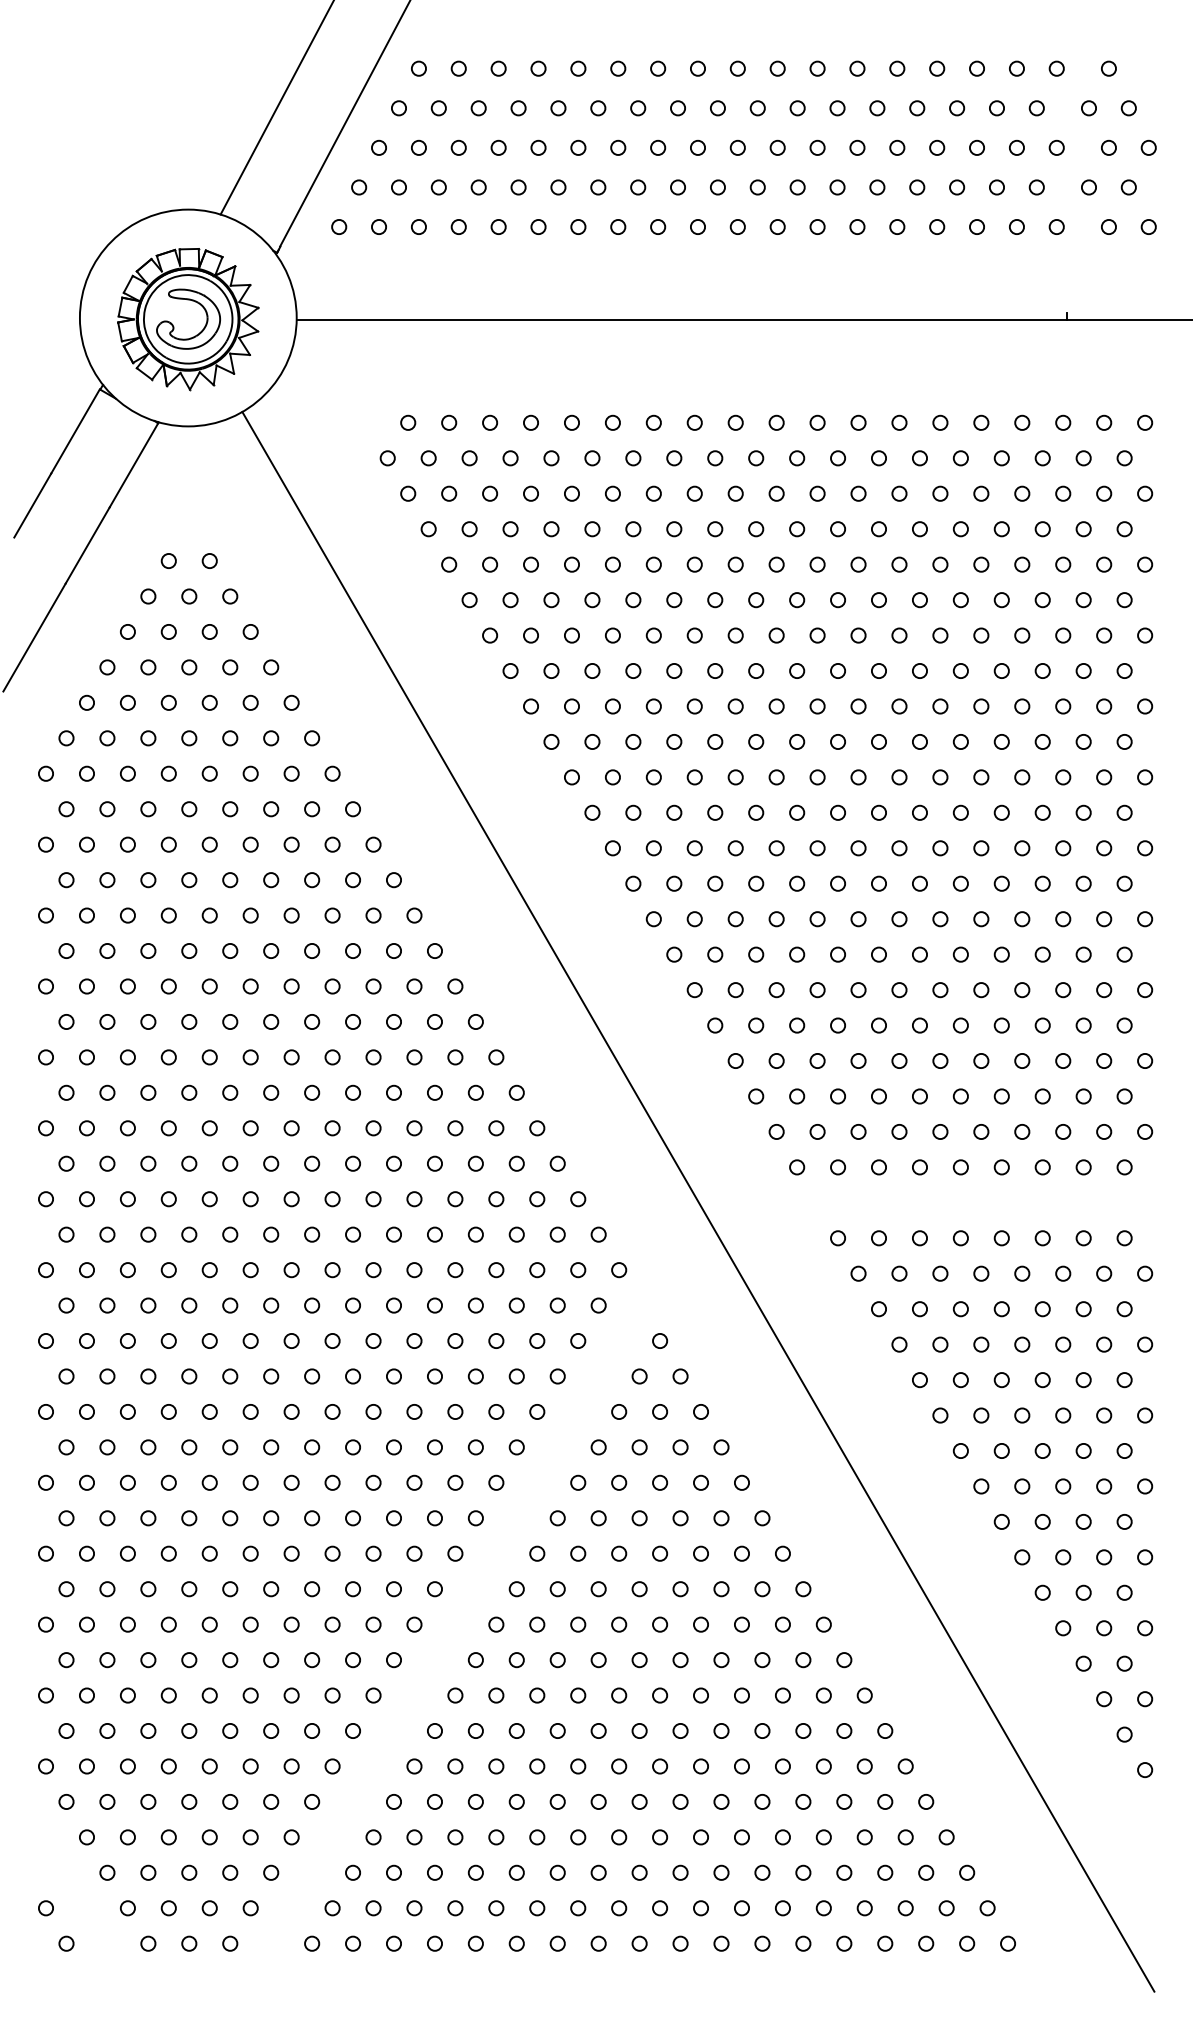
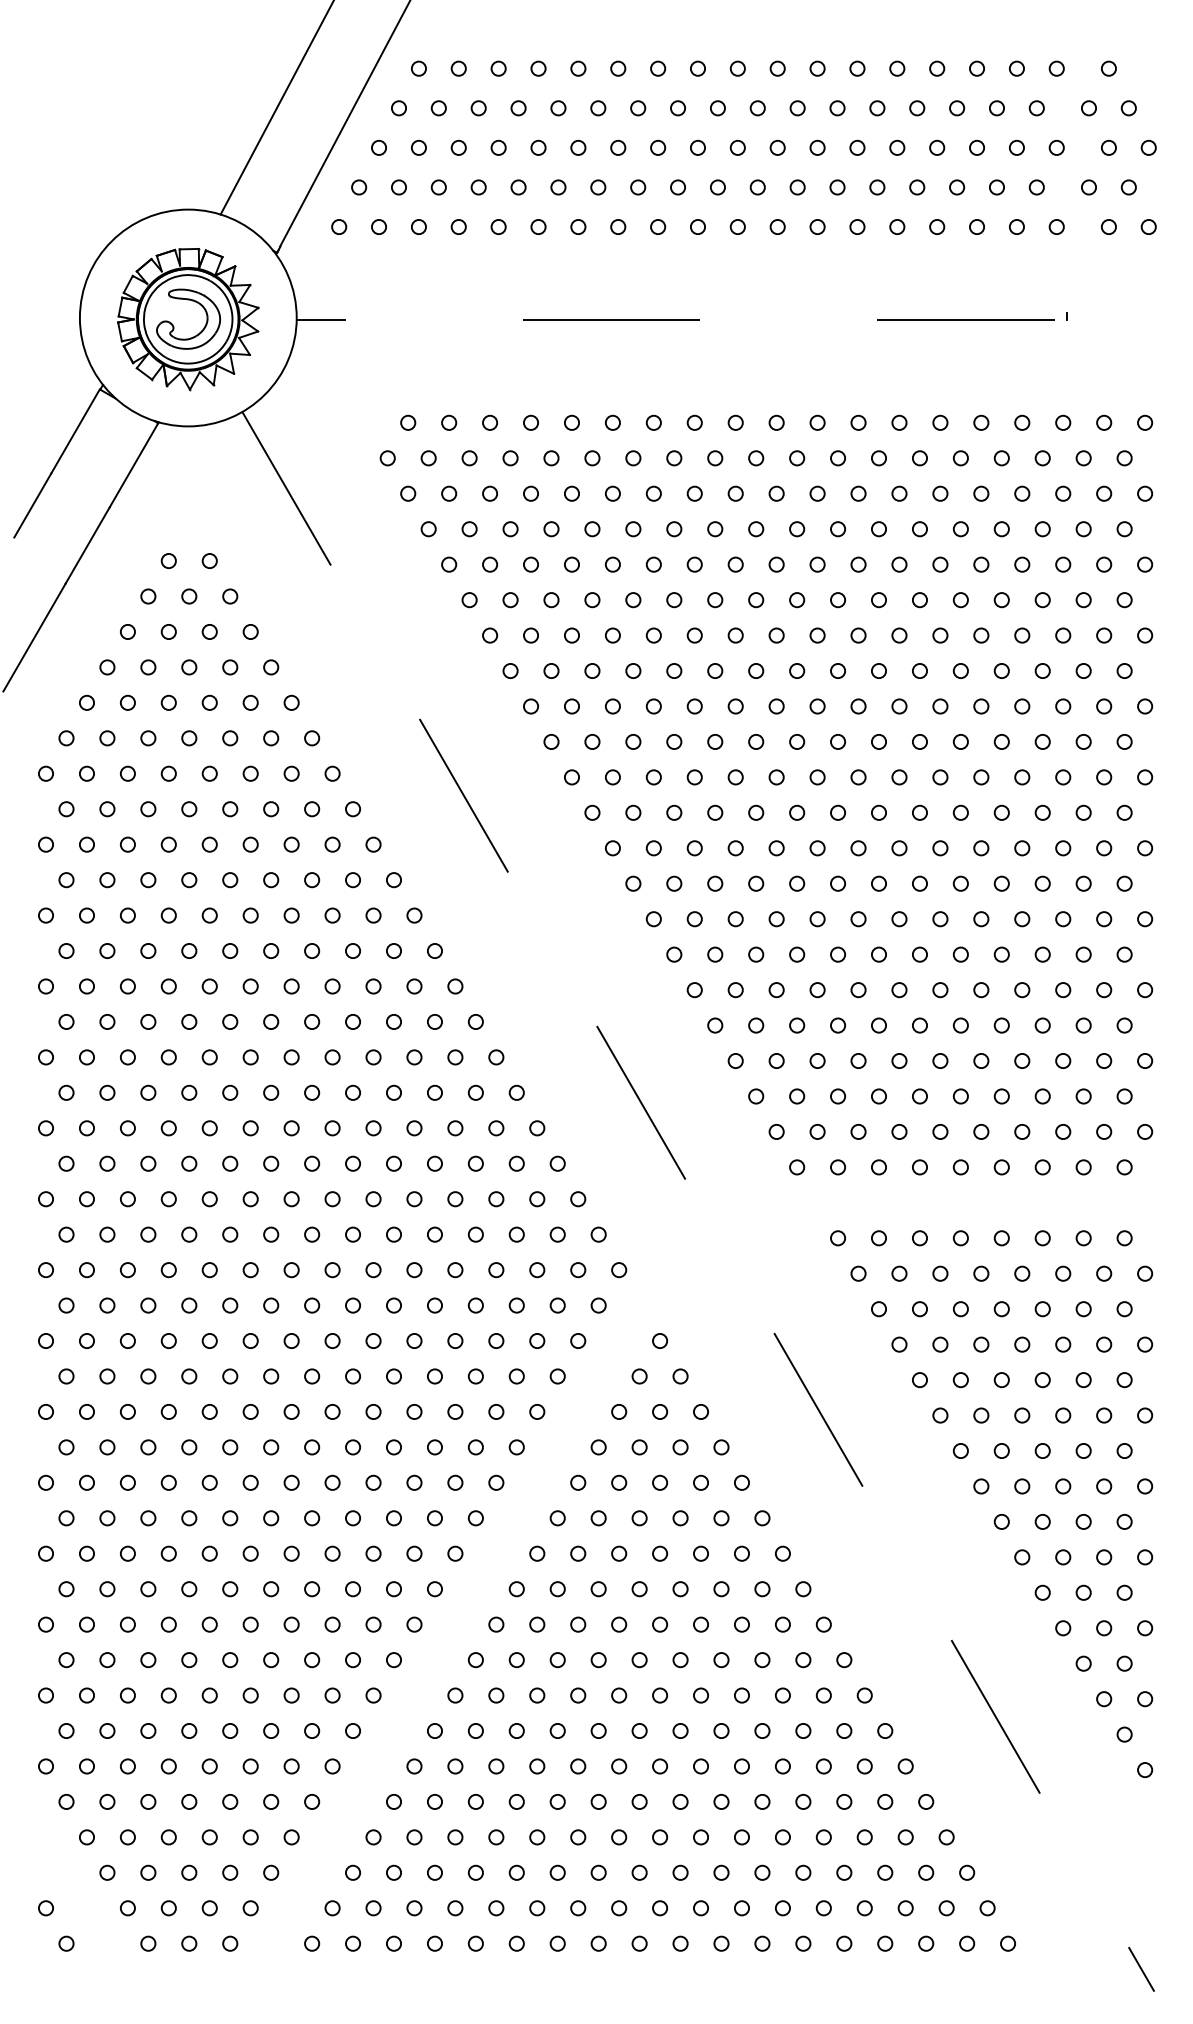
line at (744, 320): solid -> dashed
line at (698, 1202): solid -> dashed
